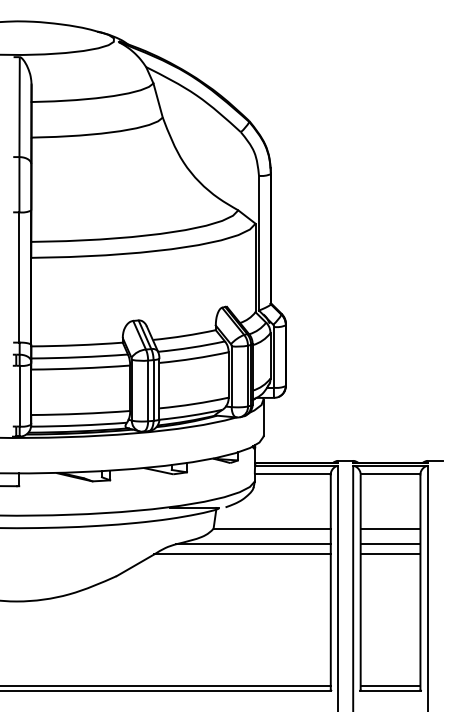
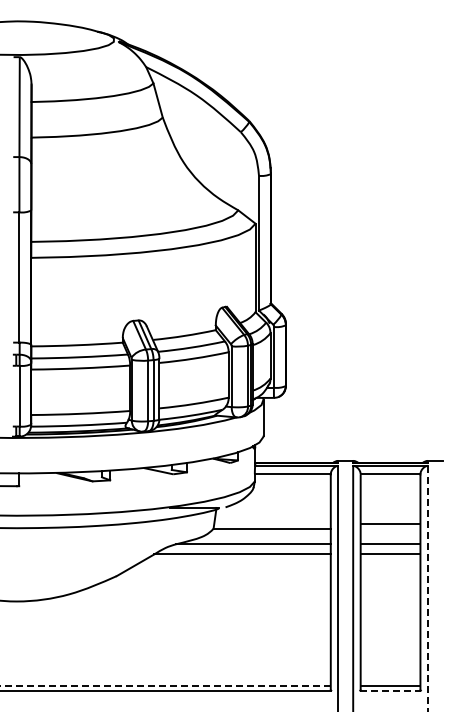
line at (390, 528) position: (390, 528) -> (390, 523)
line at (427, 588): solid -> dashed
line at (165, 686): solid -> dashed
line at (391, 690): solid -> dashed
